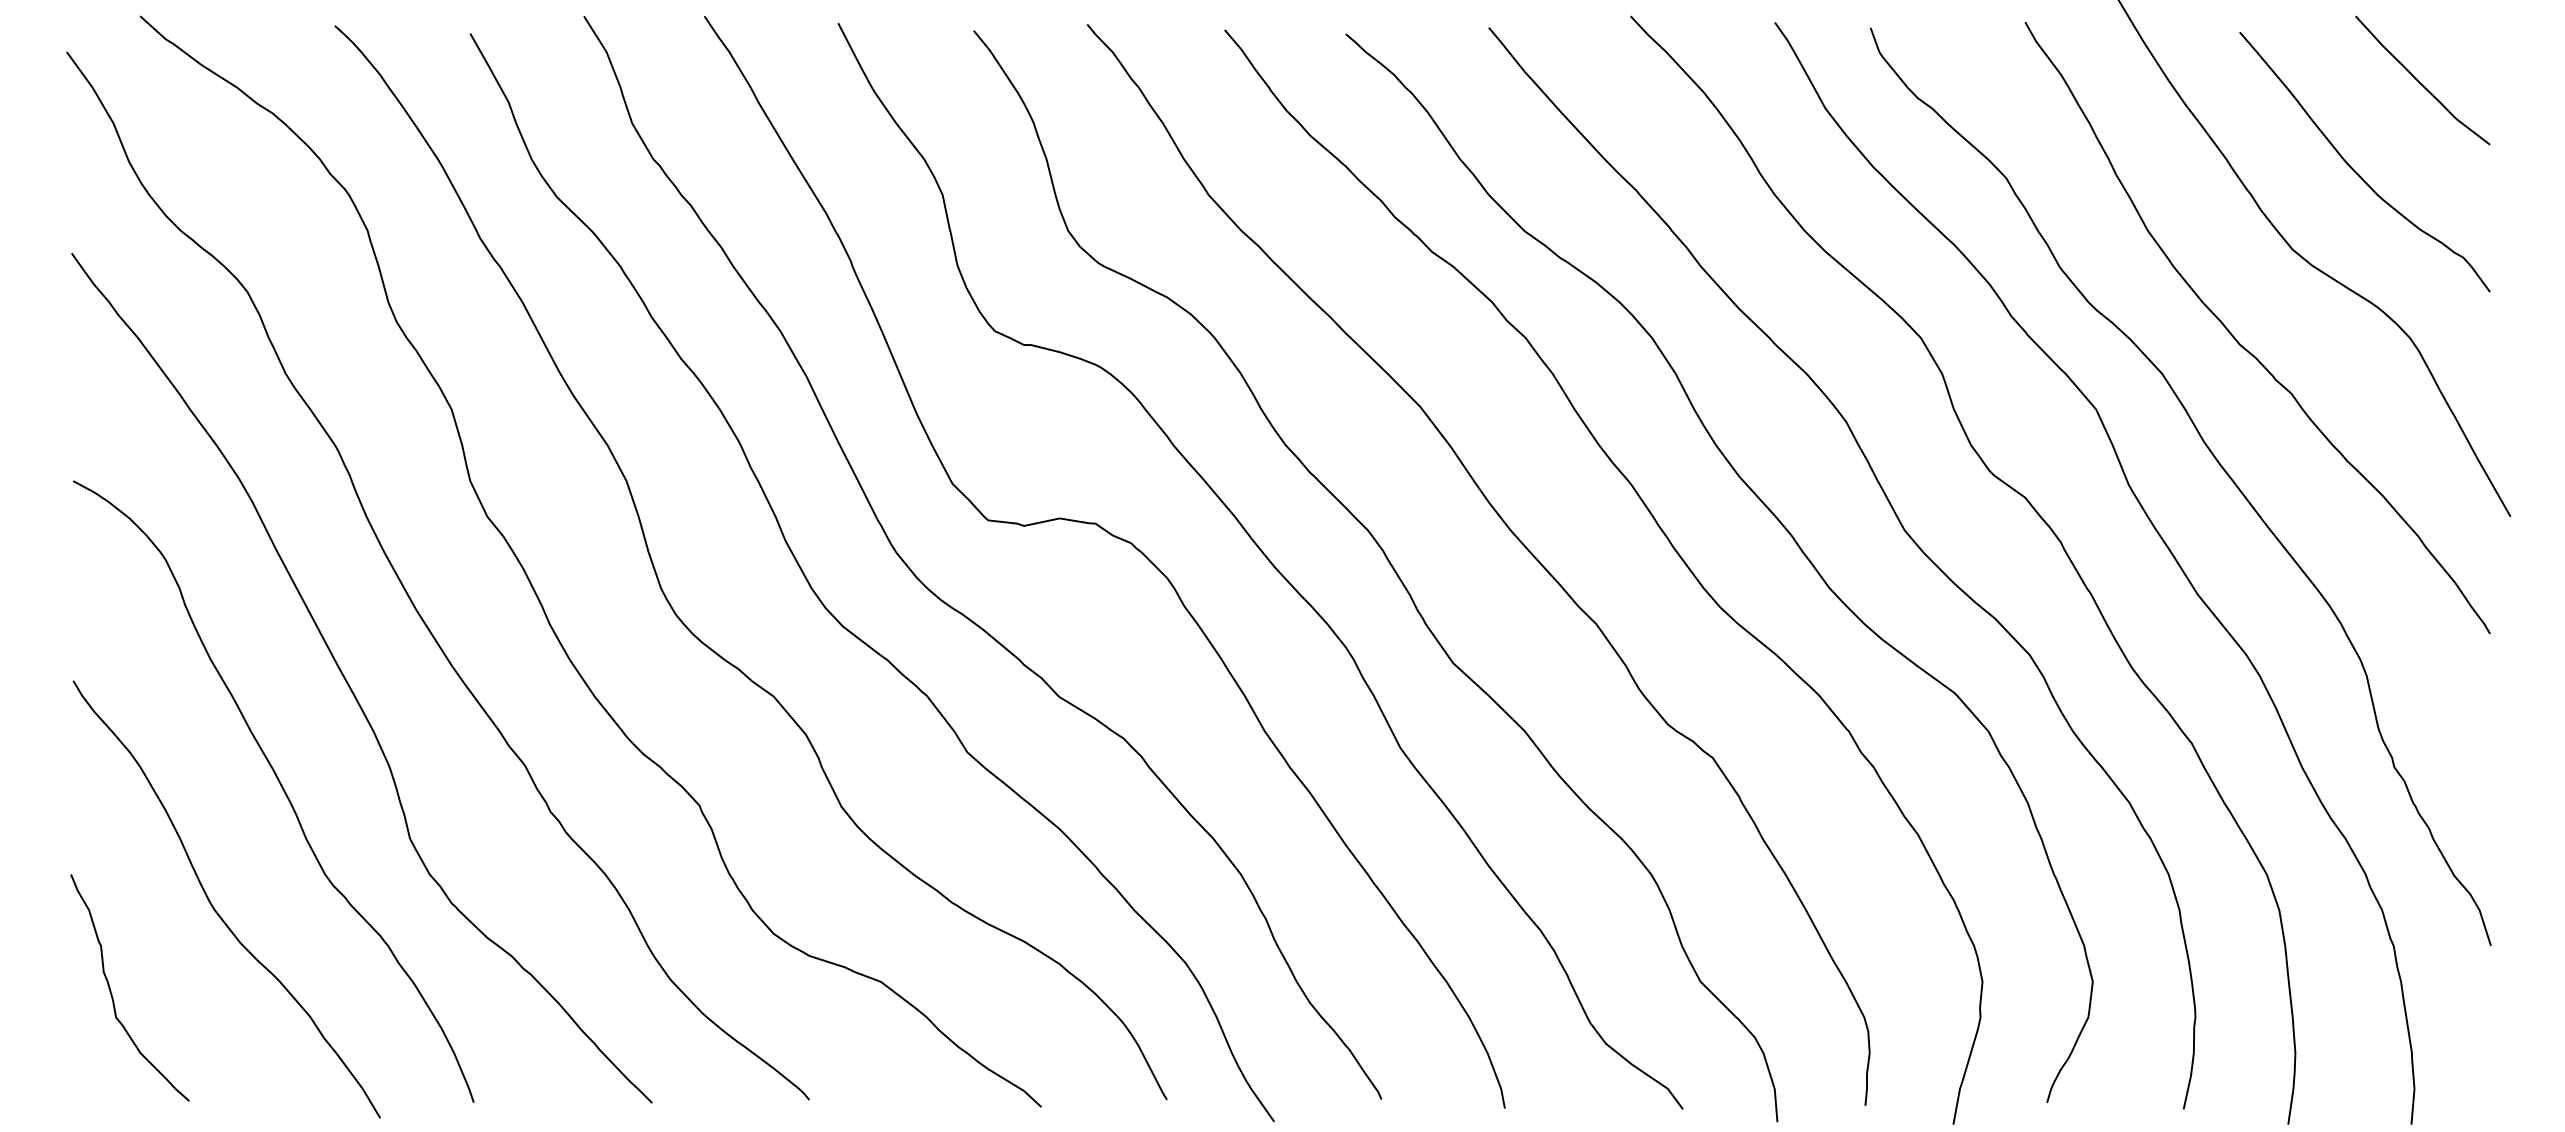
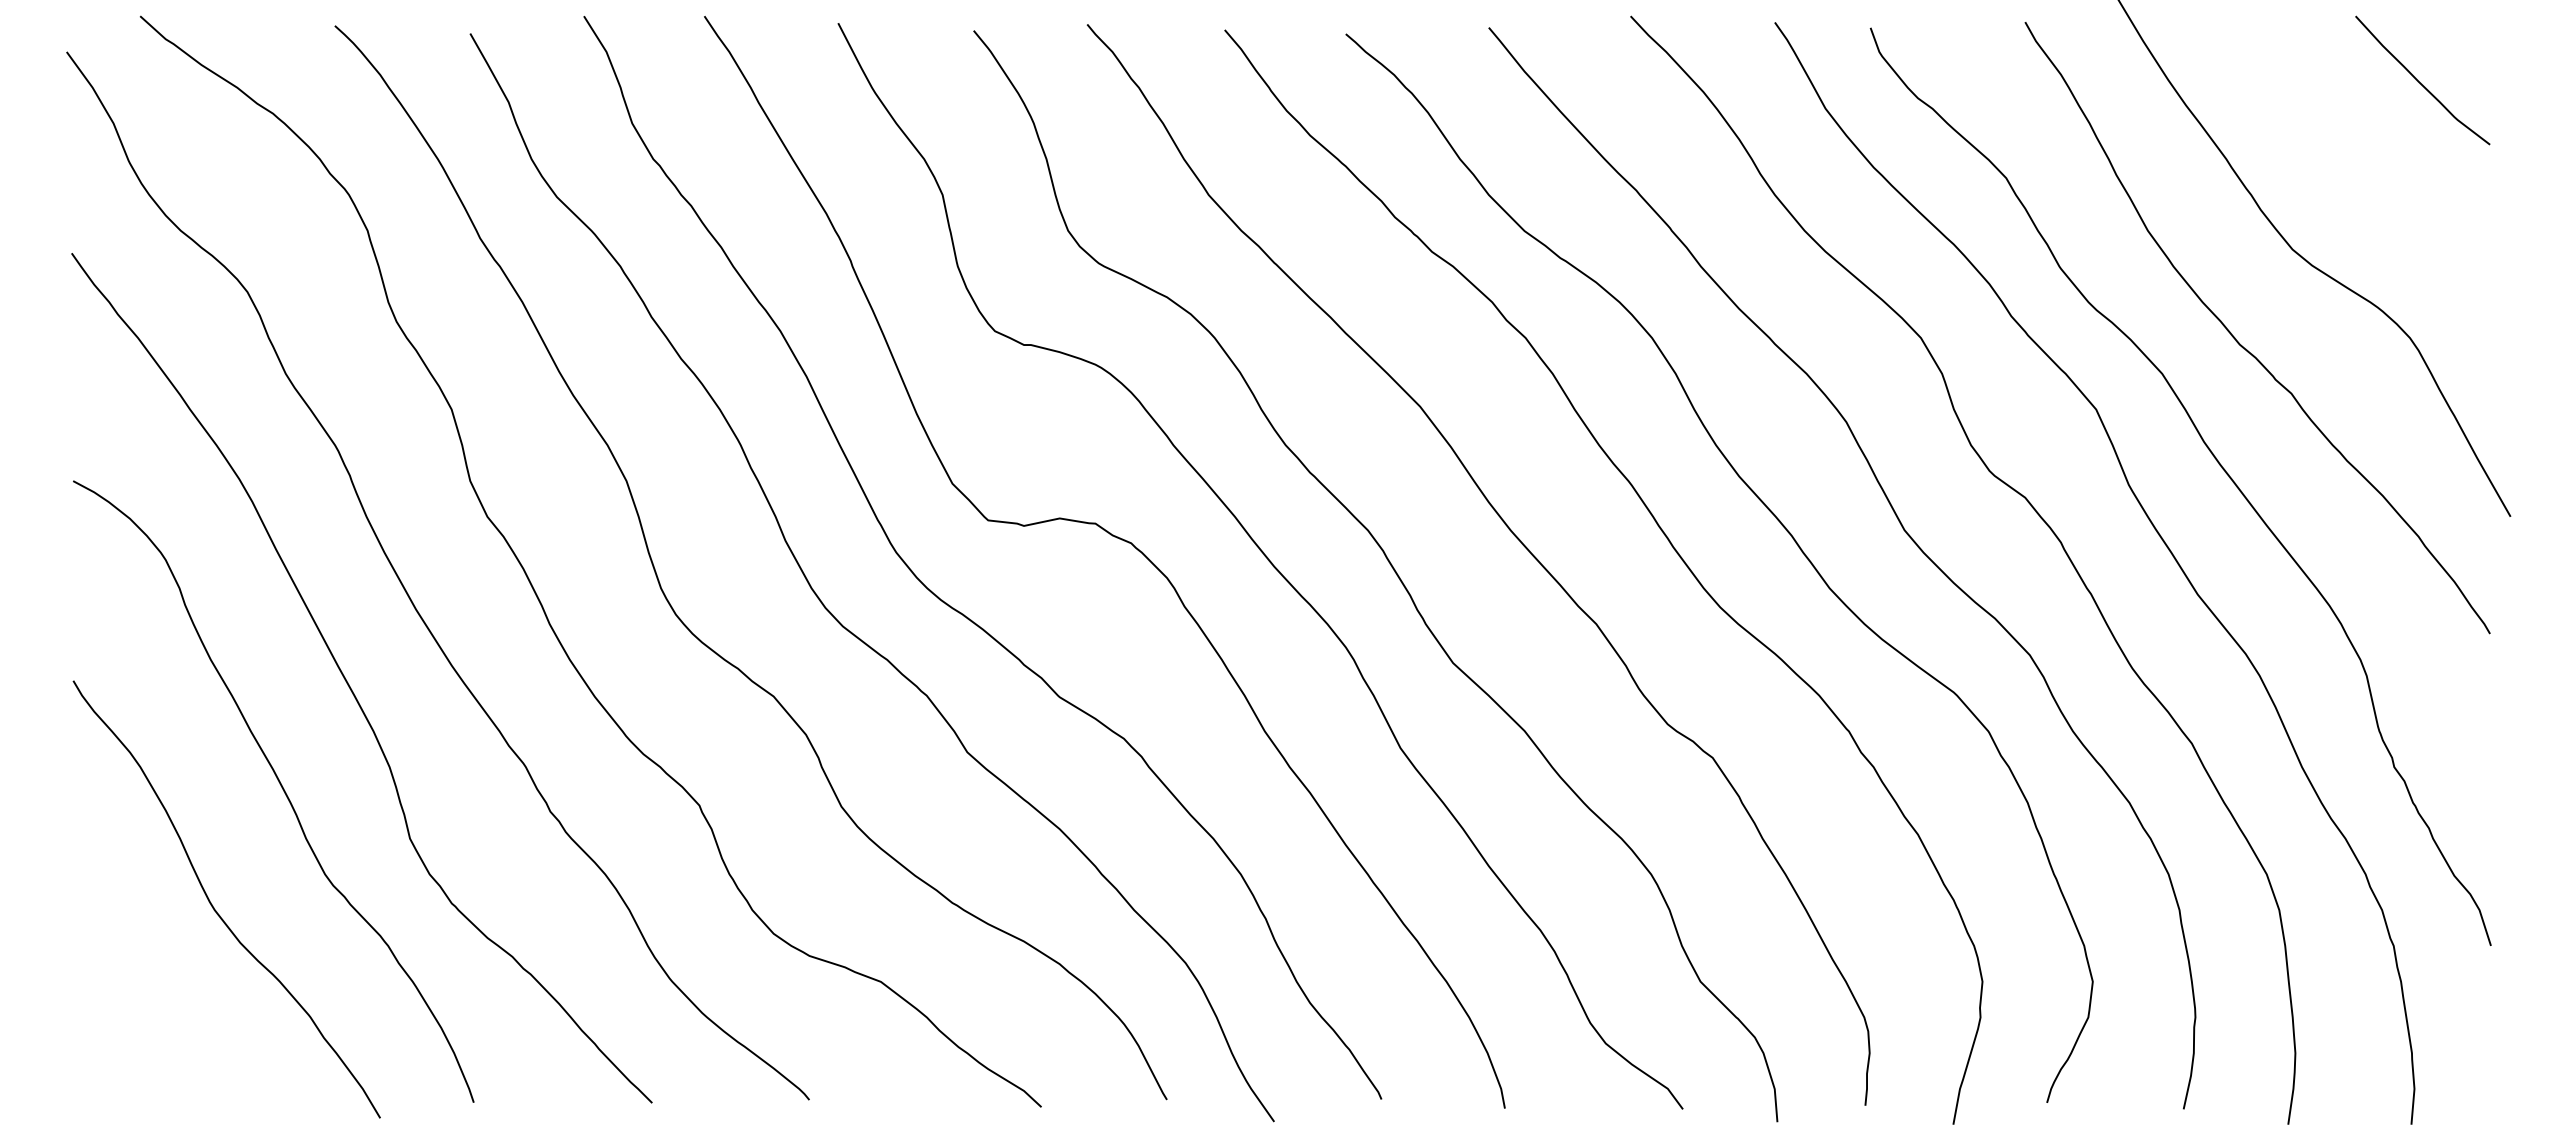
curve at (2355, 170): present -> none
curve at (111, 990): present -> none
